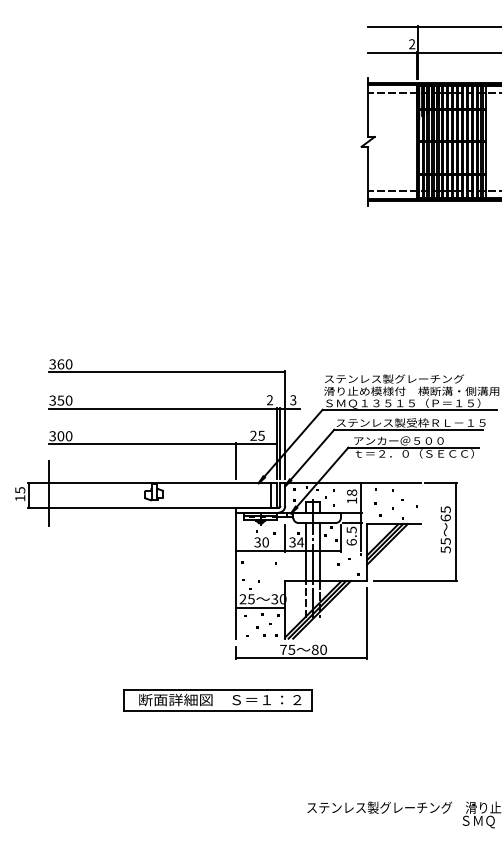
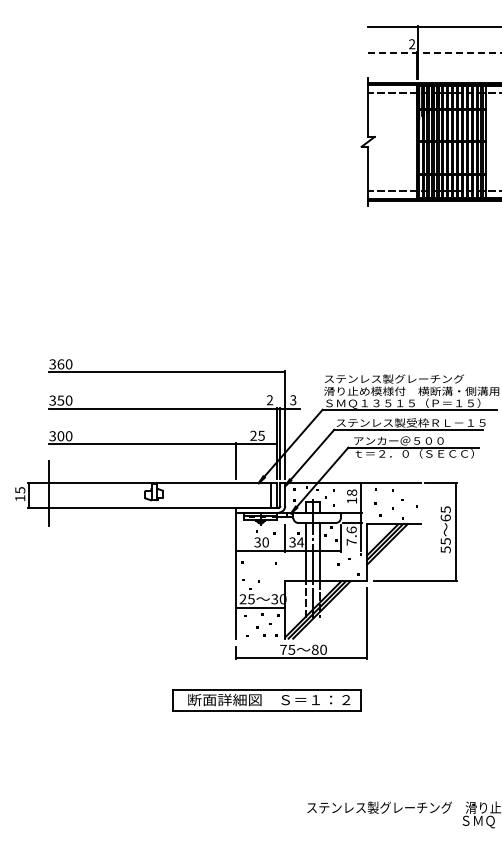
line at (435, 52): solid -> dashed
text at (351, 535): 6.5 -> 7.6
part at (217, 700) position: (217, 700) -> (266, 700)
